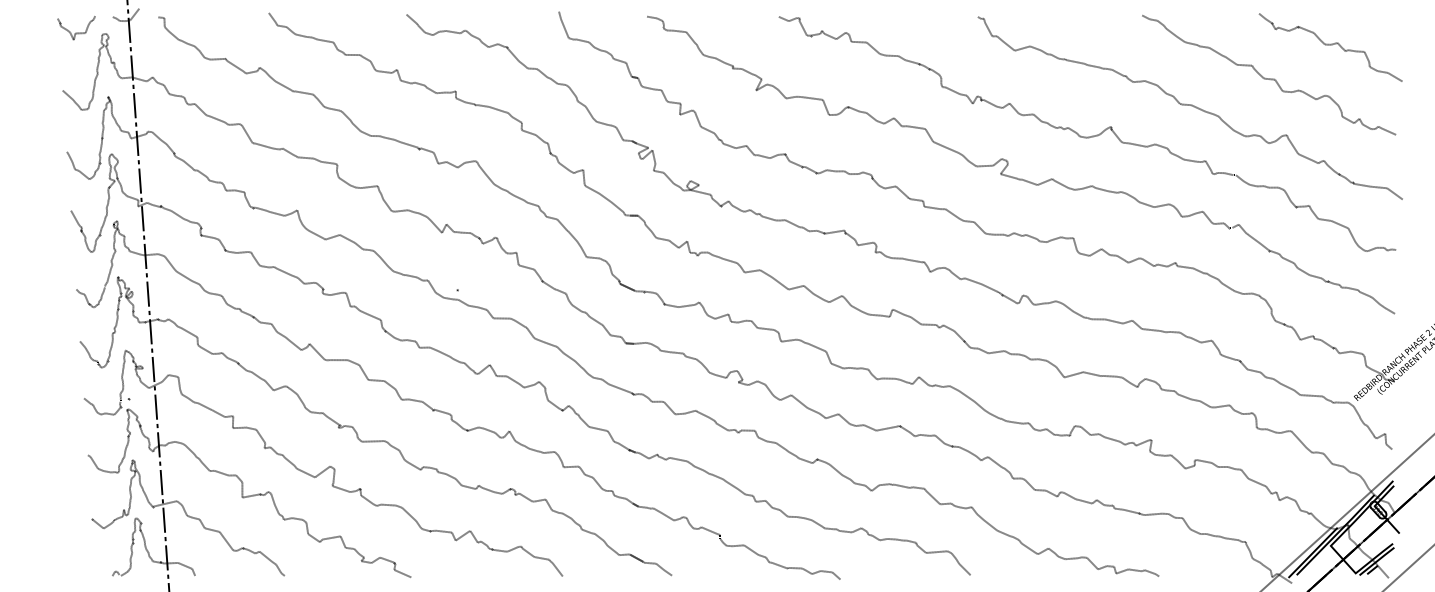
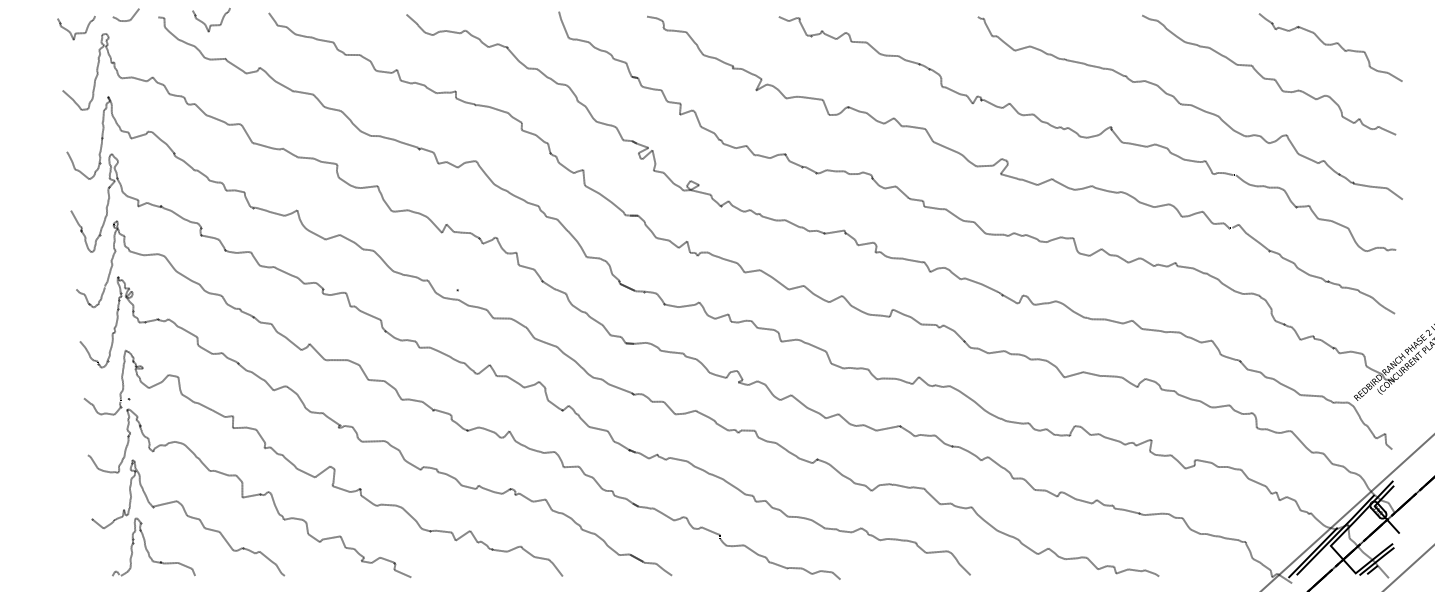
curve at (211, 24): none -> present
line at (148, 295): present -> none
